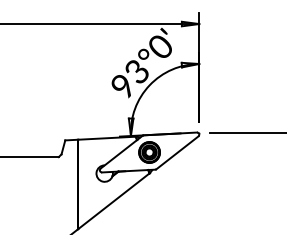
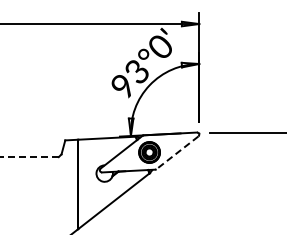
line at (177, 152): solid -> dashed
line at (29, 157): solid -> dashed
